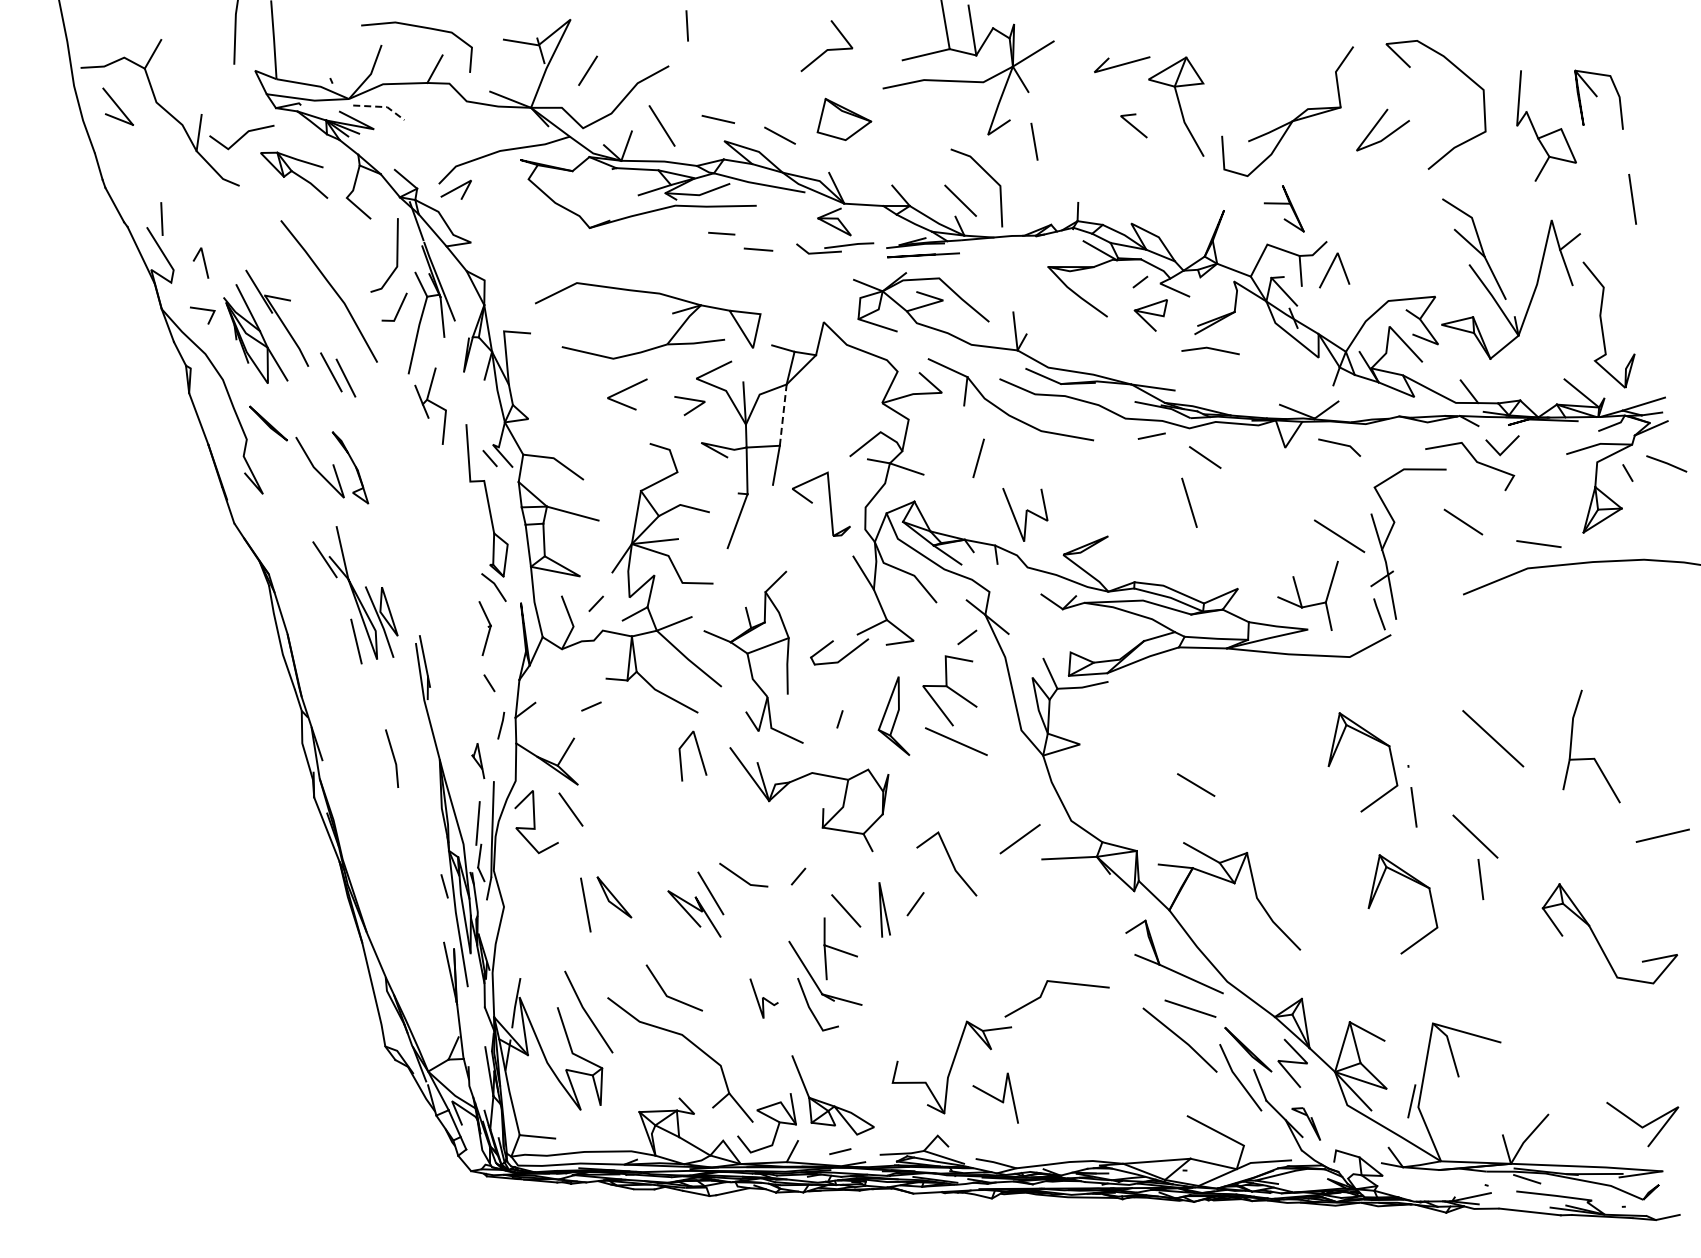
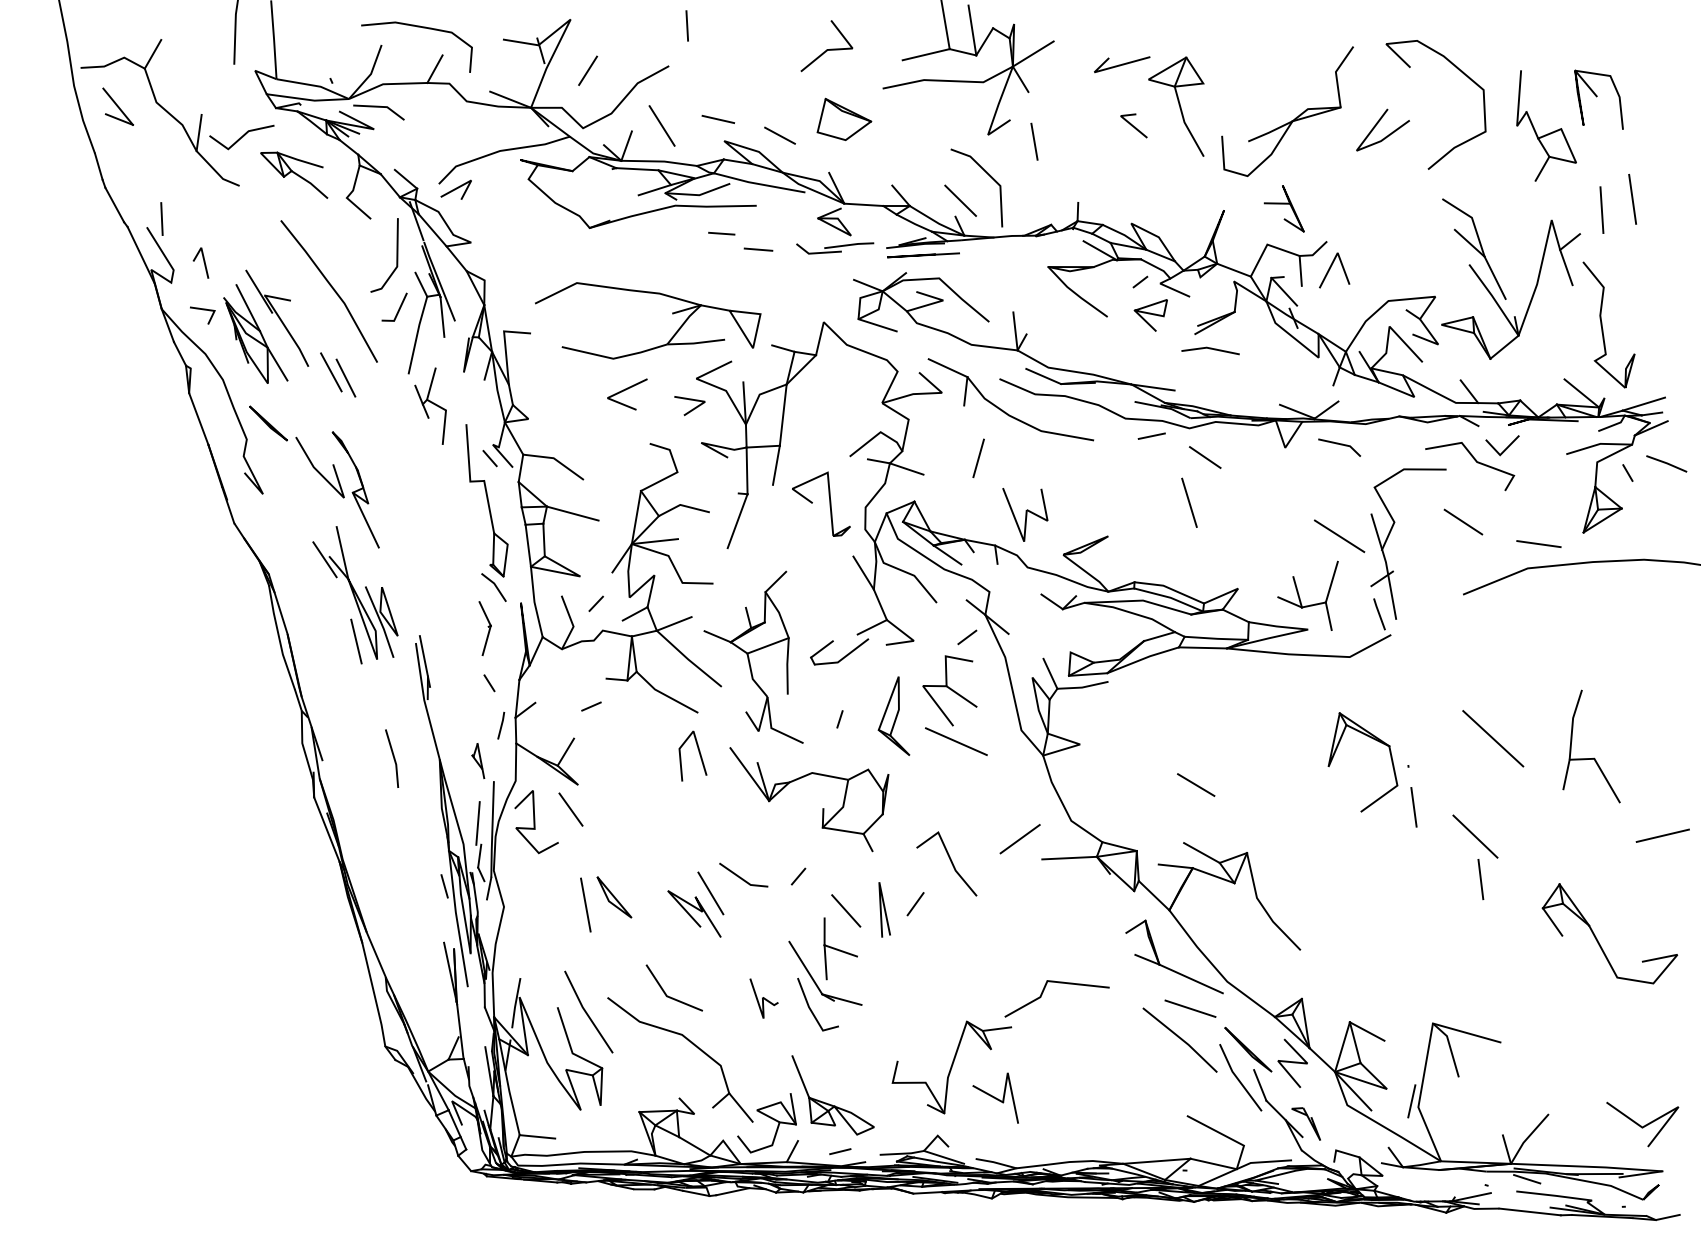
line at (381, 106): dashed -> solid
line at (1601, 210): none -> present
line at (783, 415): dashed -> solid
line at (365, 519): none -> present
part at (1413, 881): present -> none
